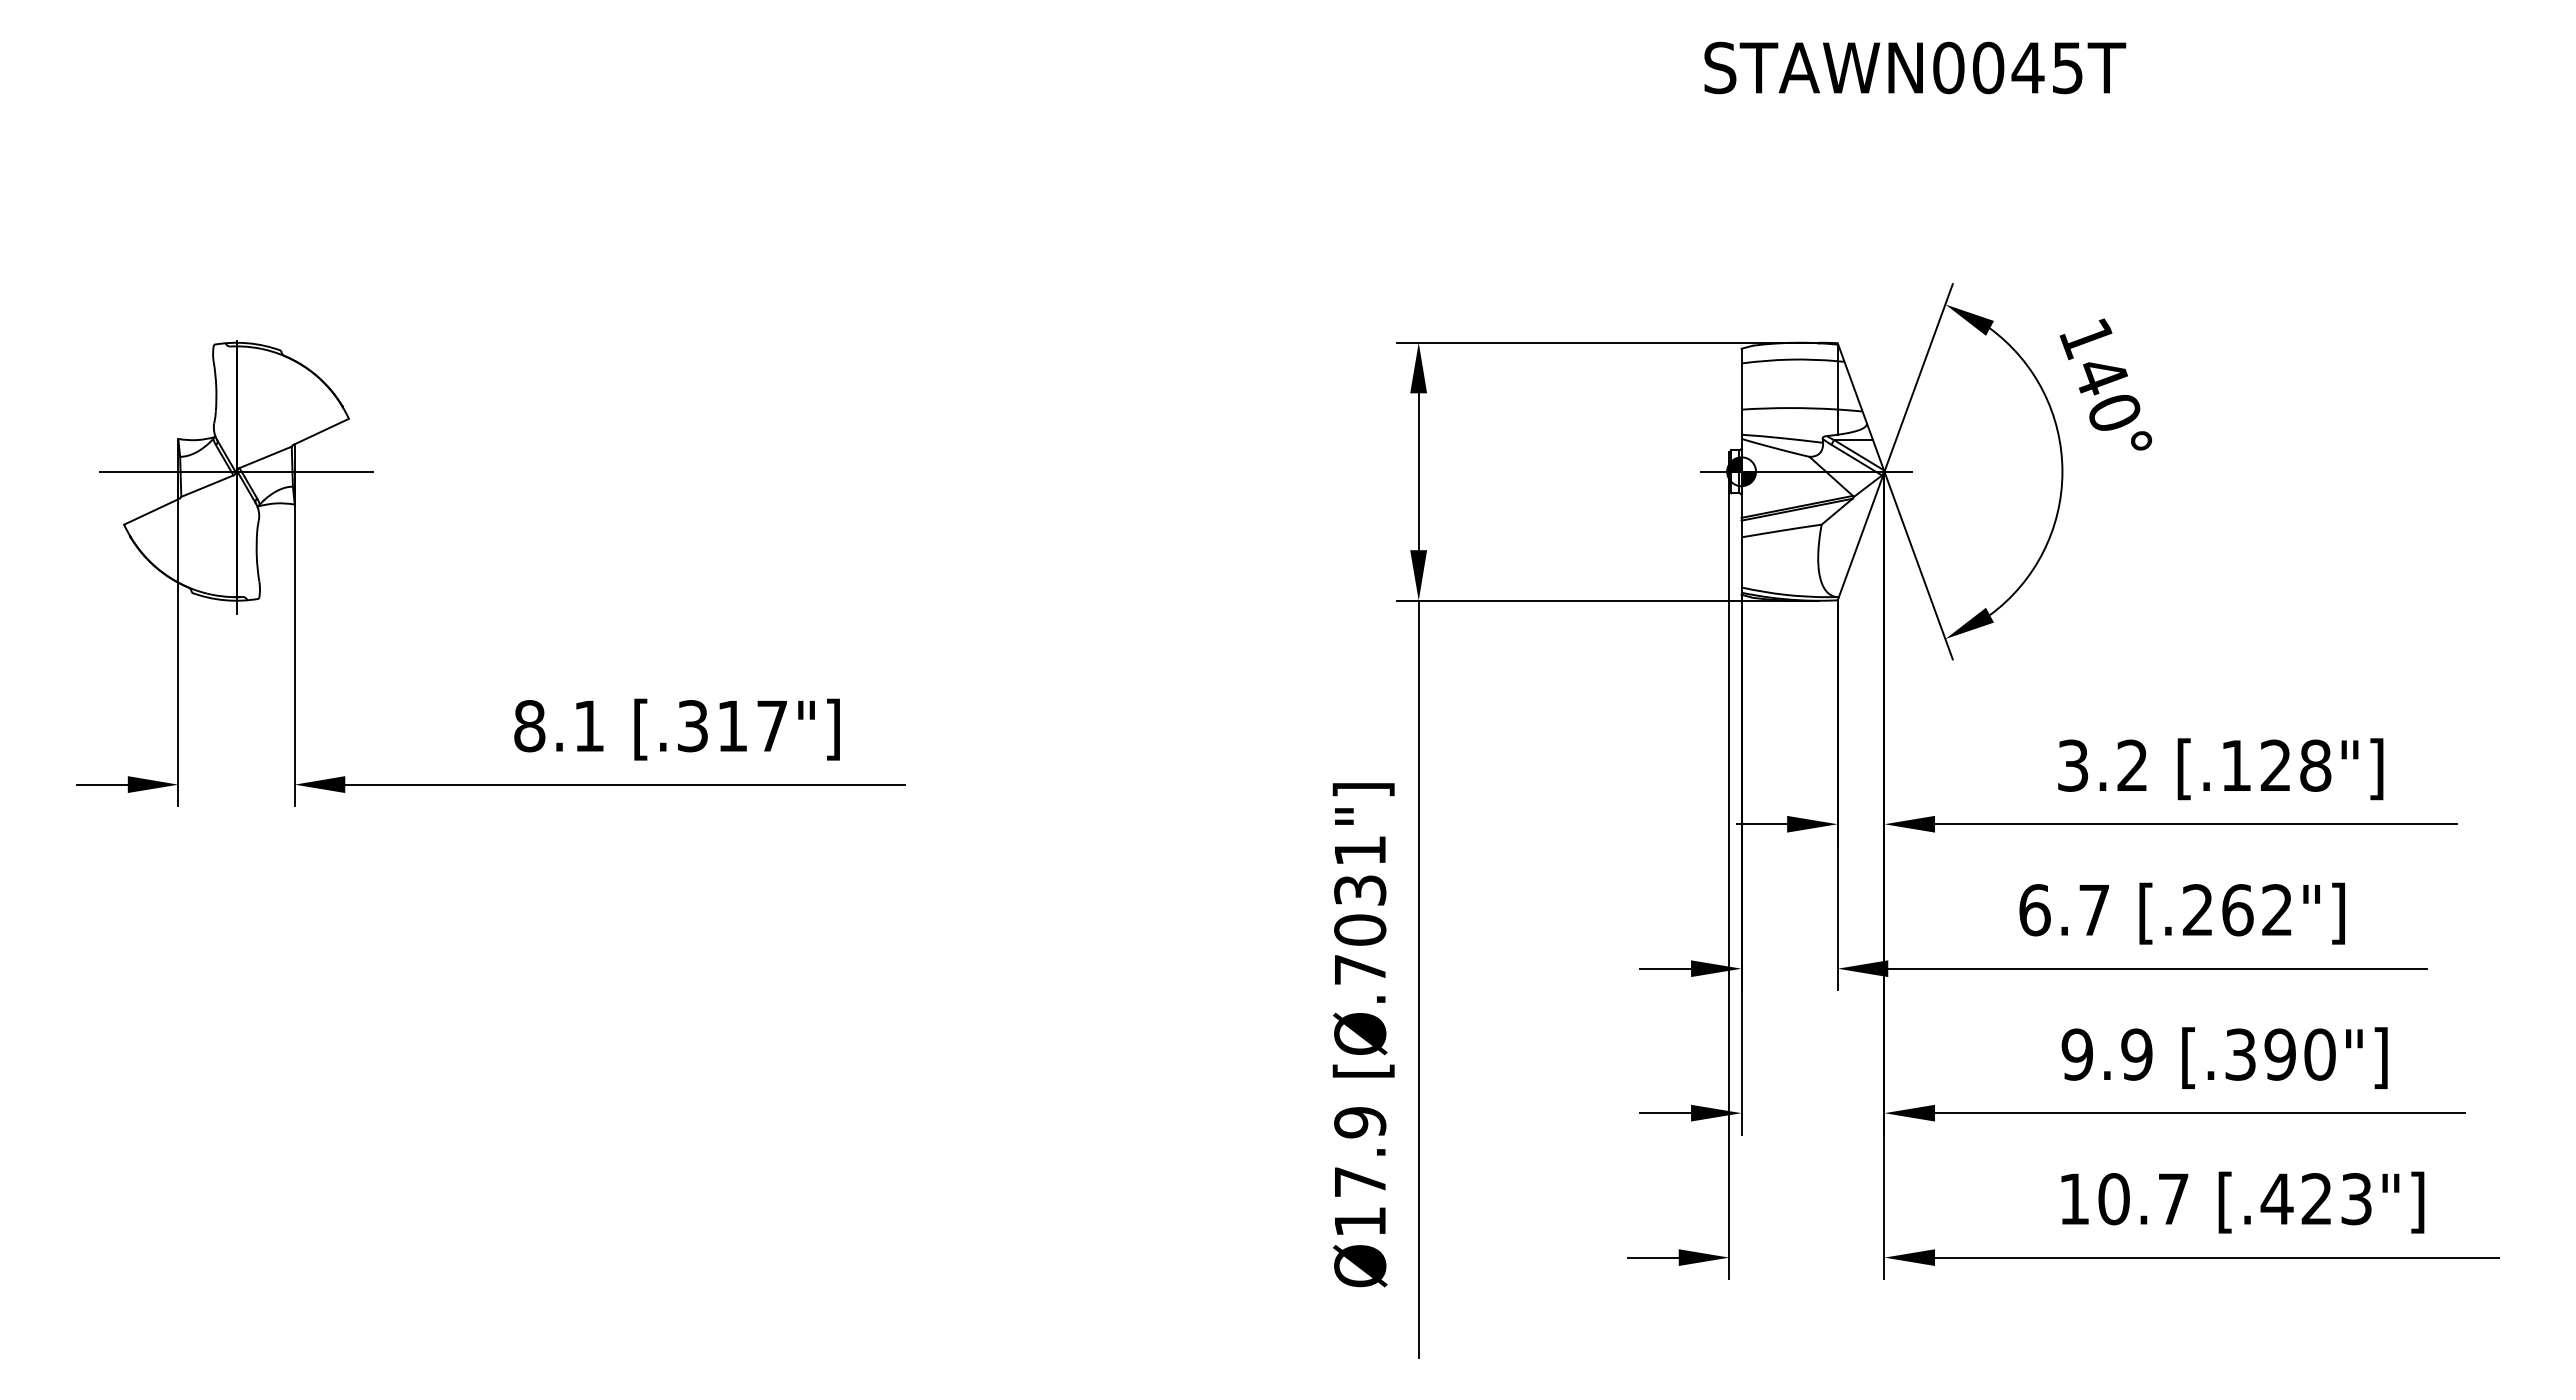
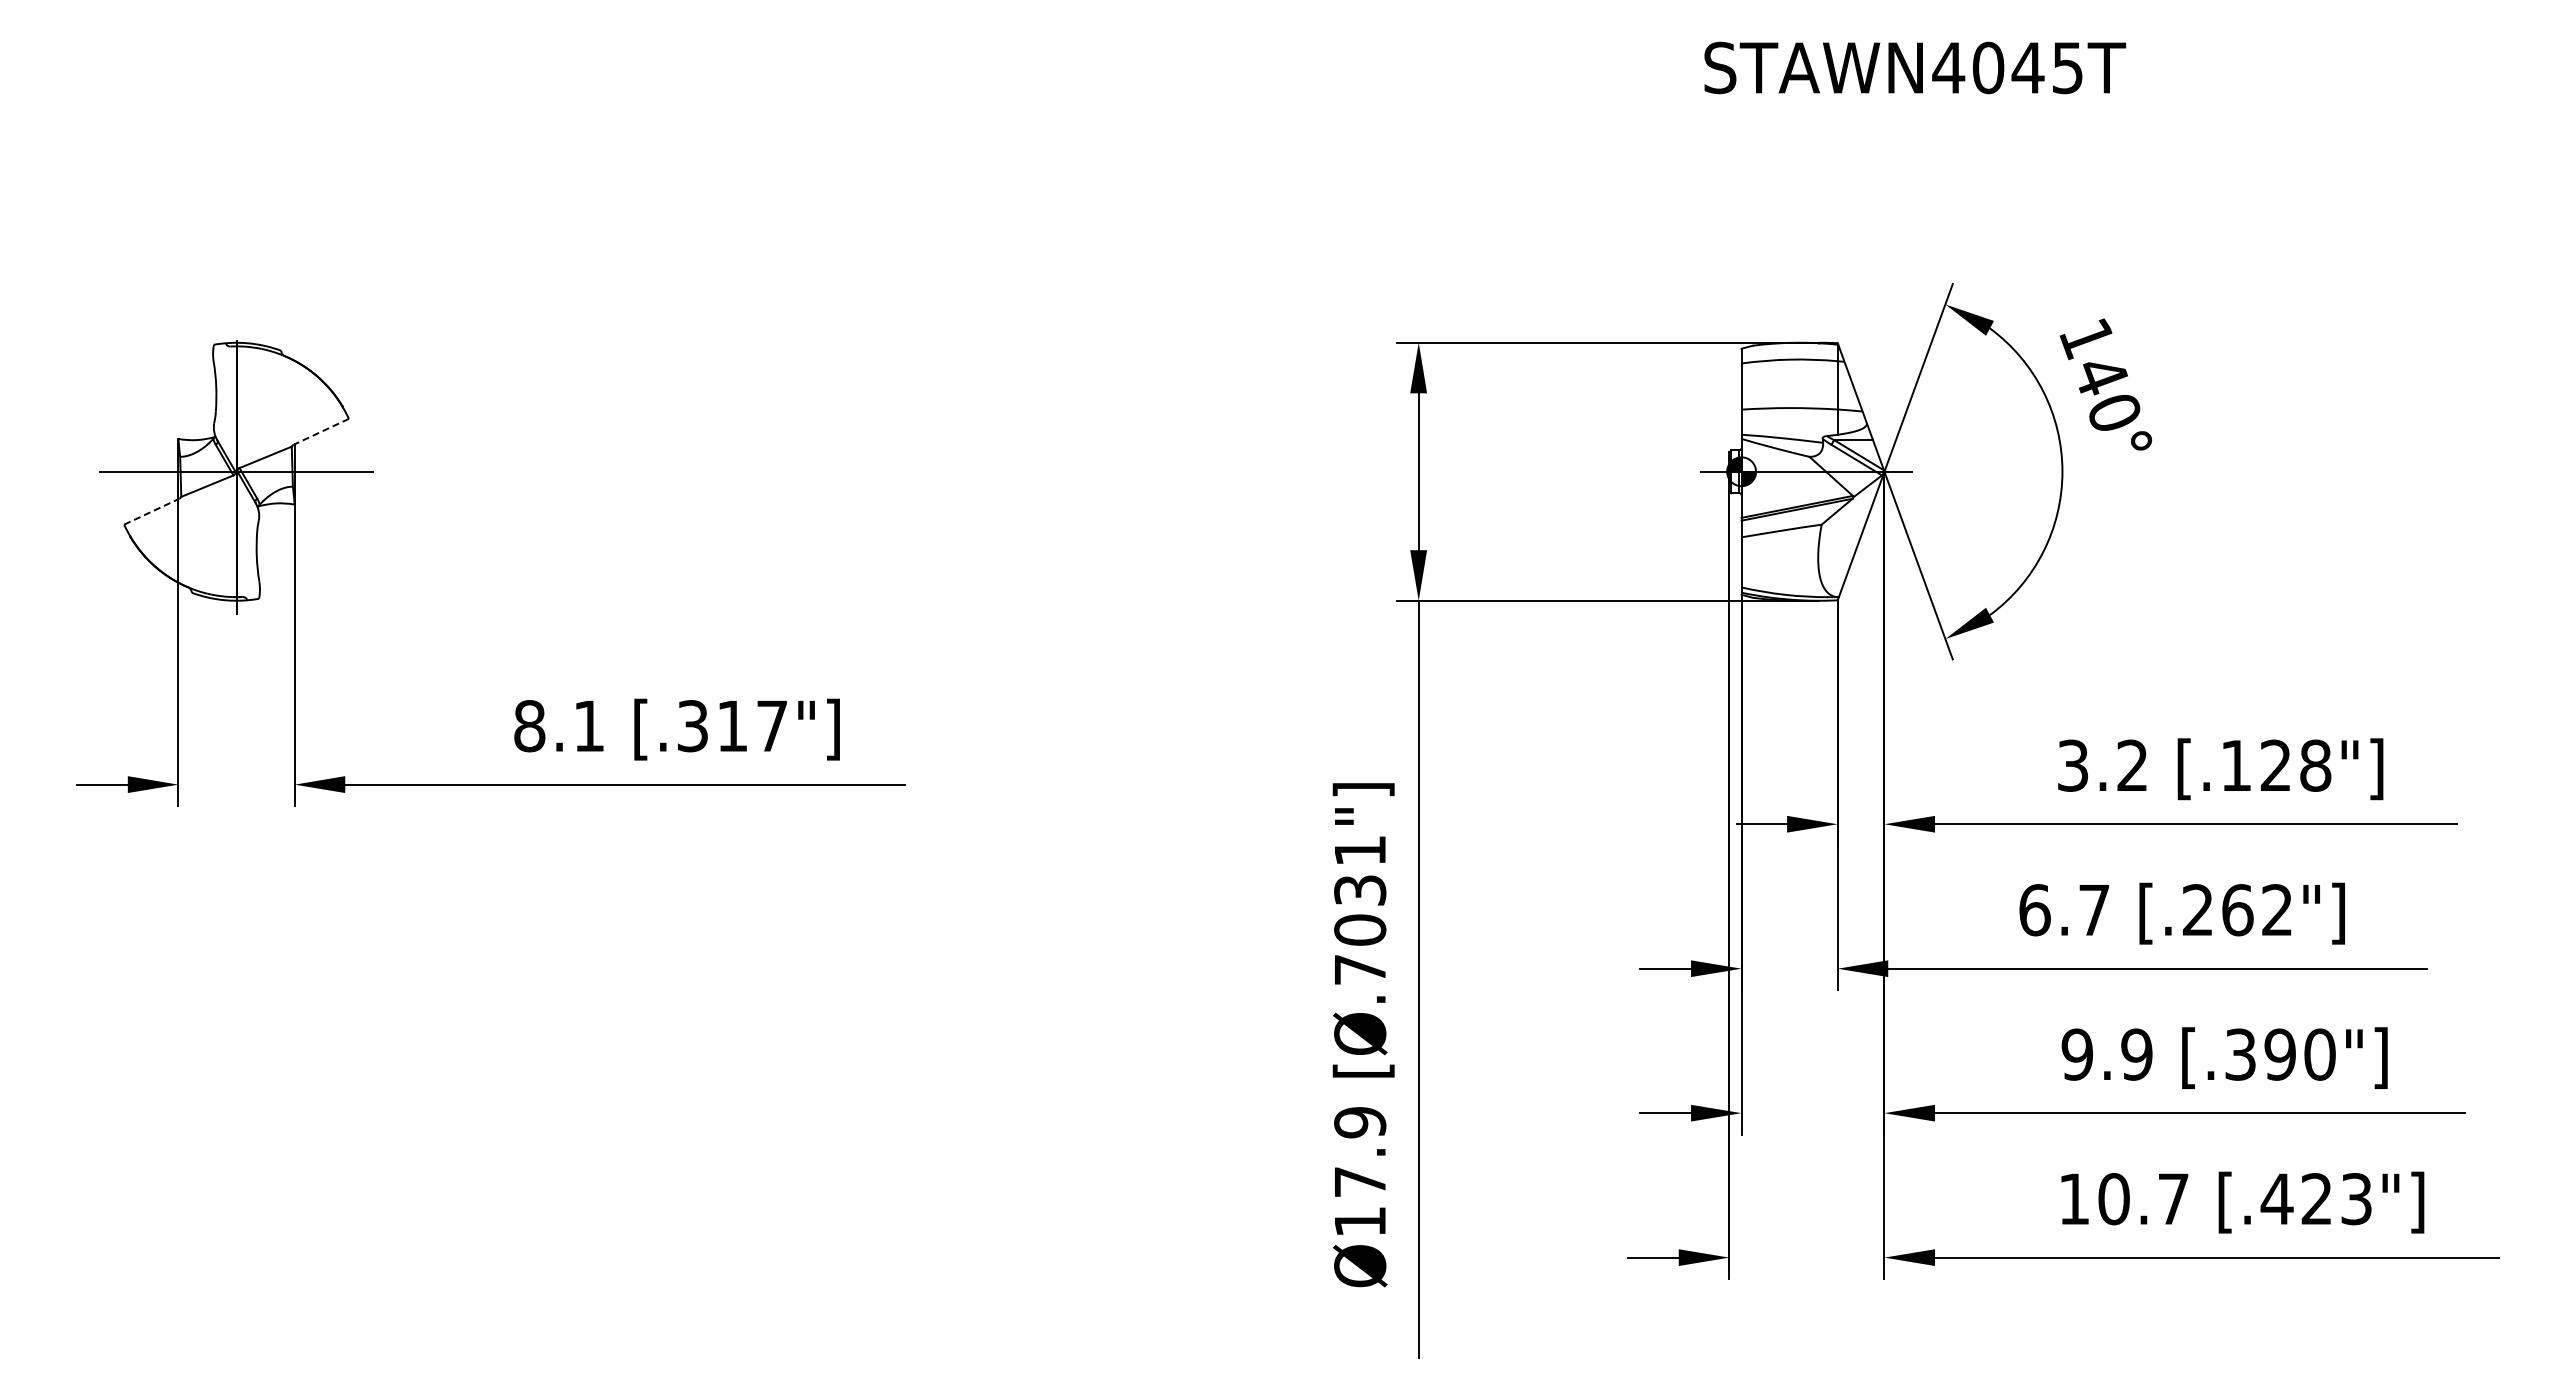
text at (1948, 67): STAWN0045T -> STAWN4045T
line at (320, 432): solid -> dashed
line at (152, 511): solid -> dashed
